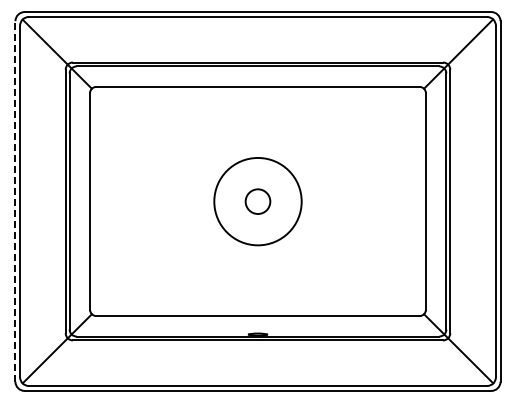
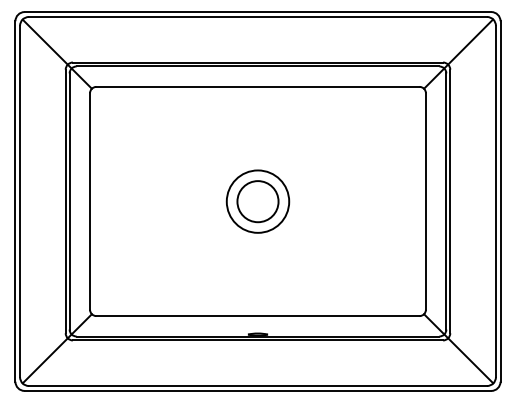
line at (15, 201): dashed -> solid
circle at (257, 201) diameter: 25 px -> 41 px
circle at (257, 201) diameter: 87 px -> 62 px
